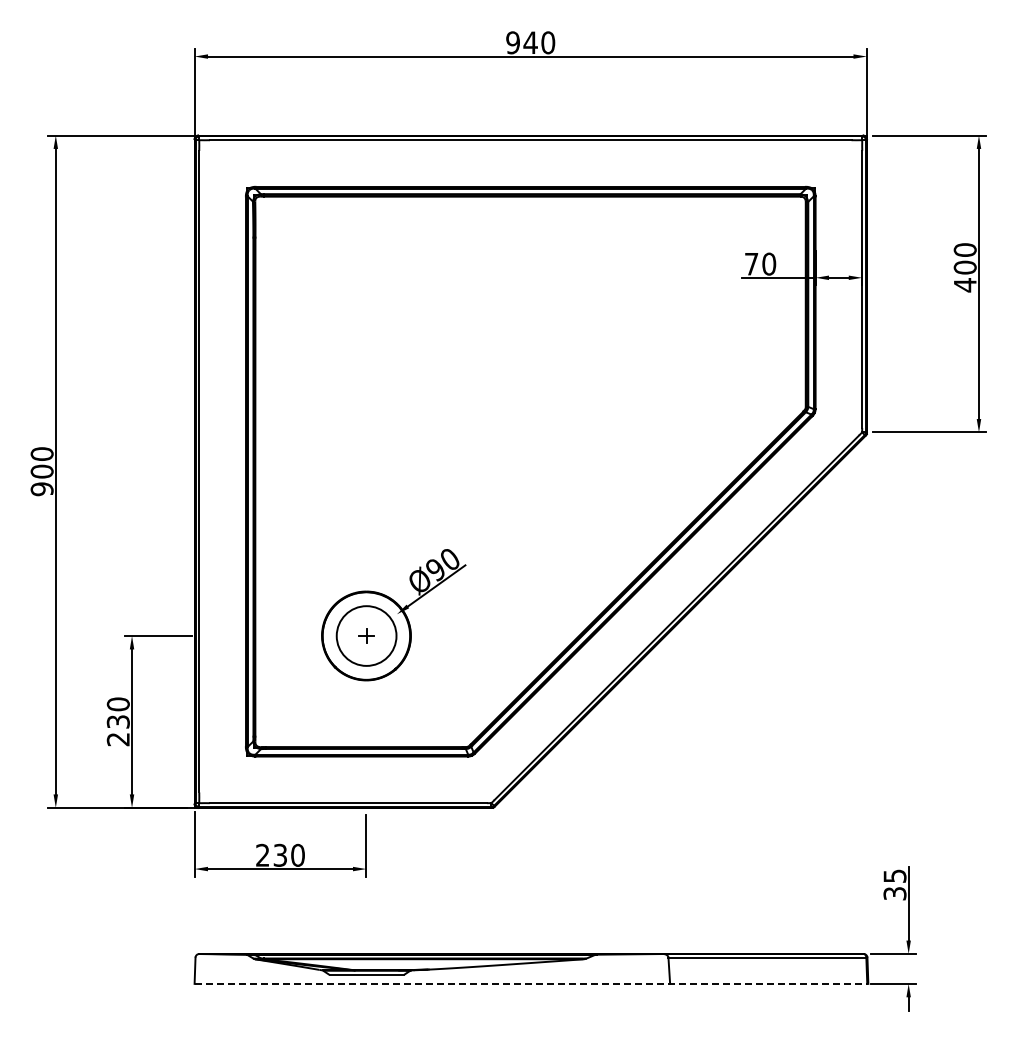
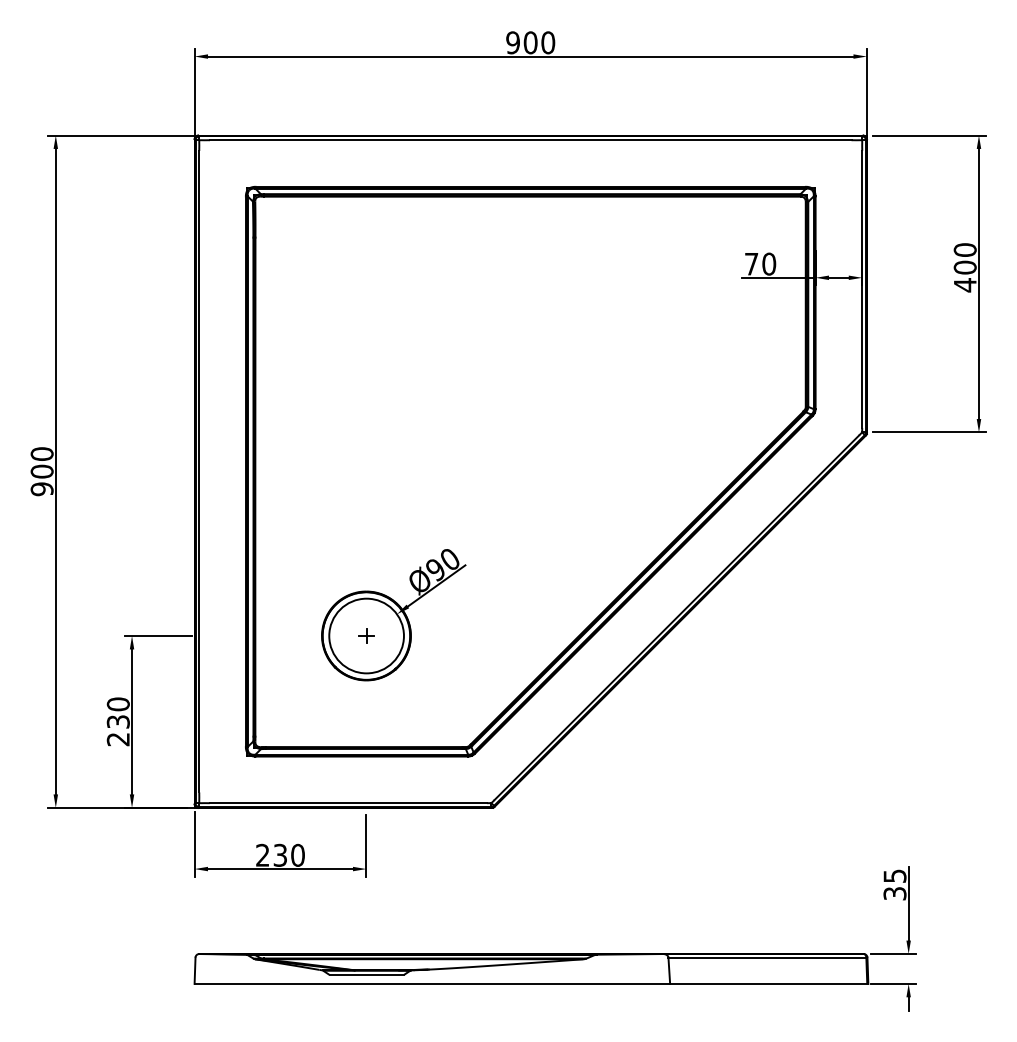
text at (530, 42): 940 -> 900
circle at (366, 635) diameter: 60 px -> 75 px
line at (531, 983): dashed -> solid
